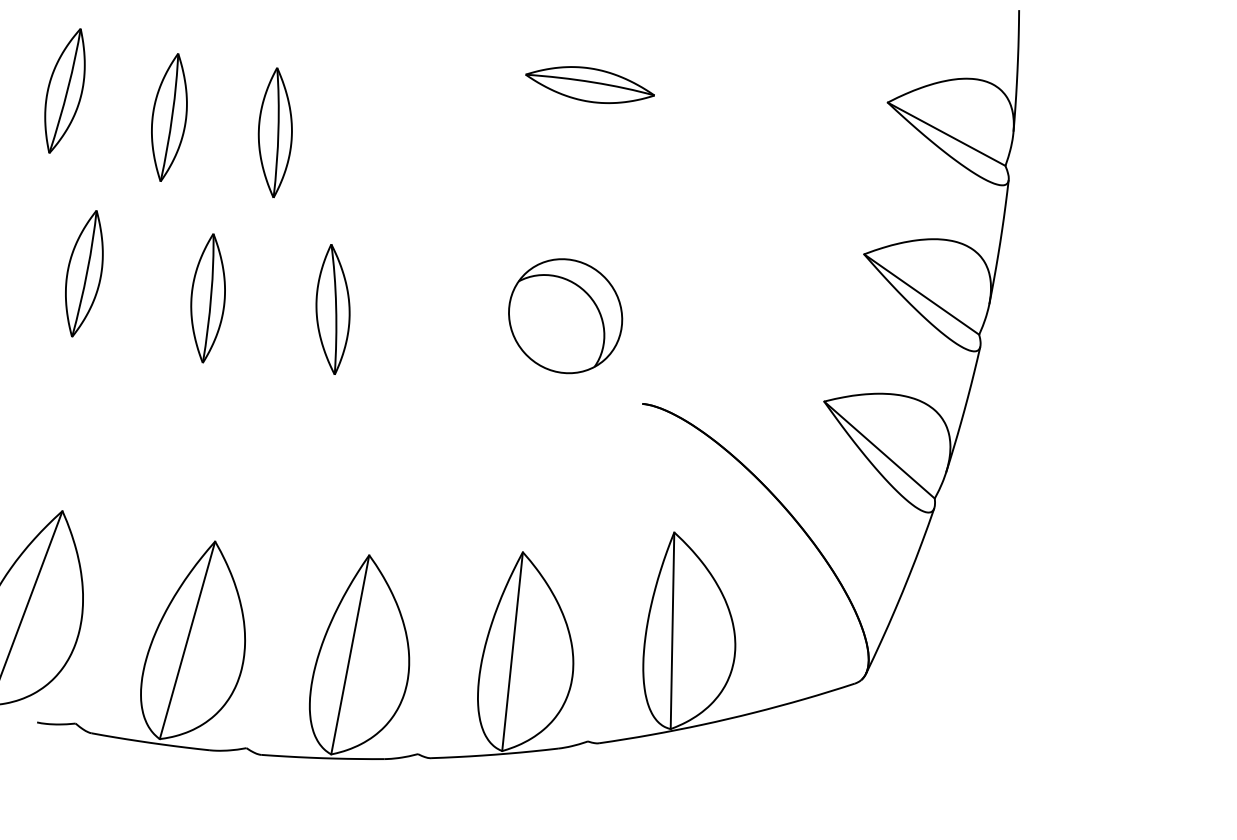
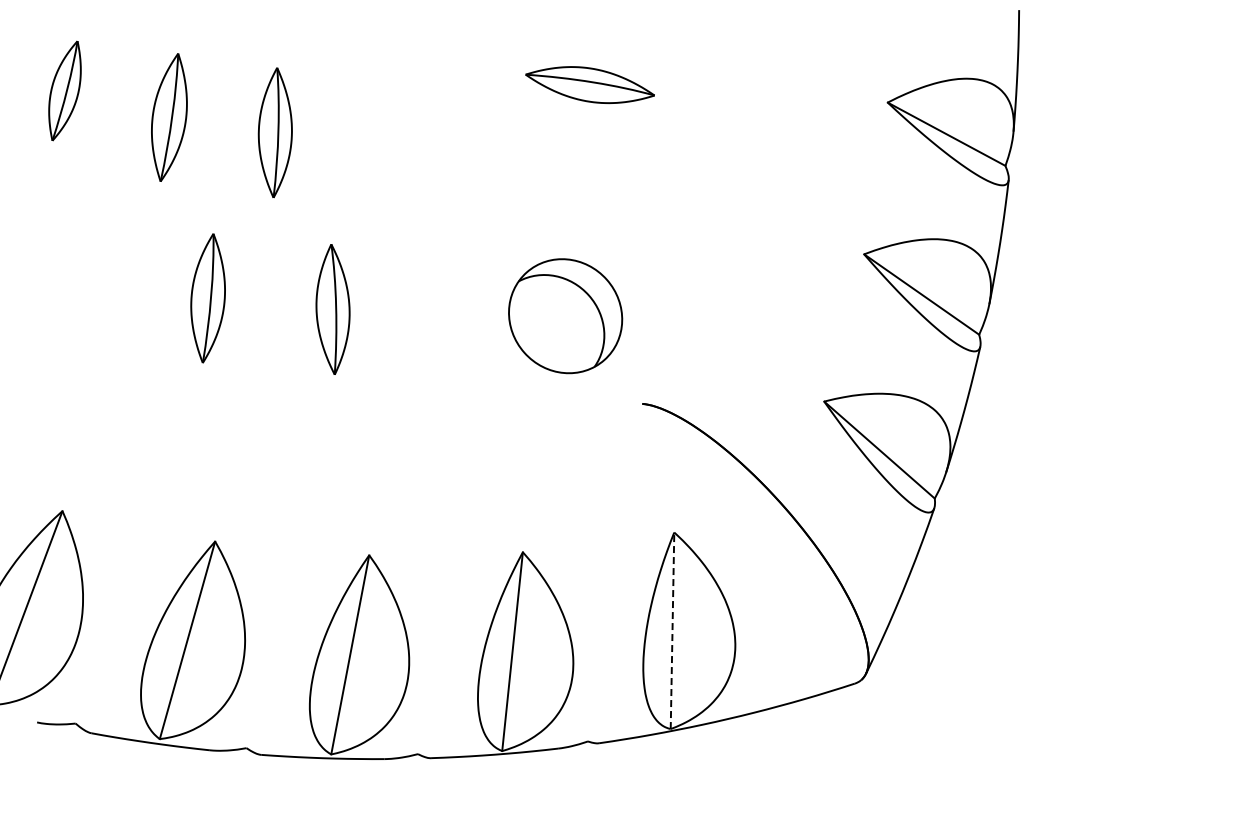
part at (64, 90) size: 42x126 px -> 34x102 px
part at (84, 273): present -> none
line at (672, 630): solid -> dashed
